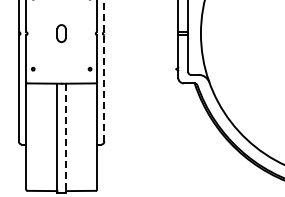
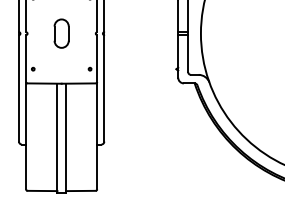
part at (61, 33) size: 11x19 px -> 17x31 px
line at (104, 71): dashed -> solid
line at (65, 138): dashed -> solid
